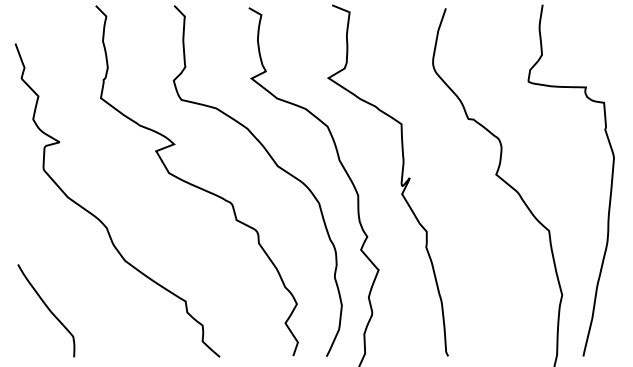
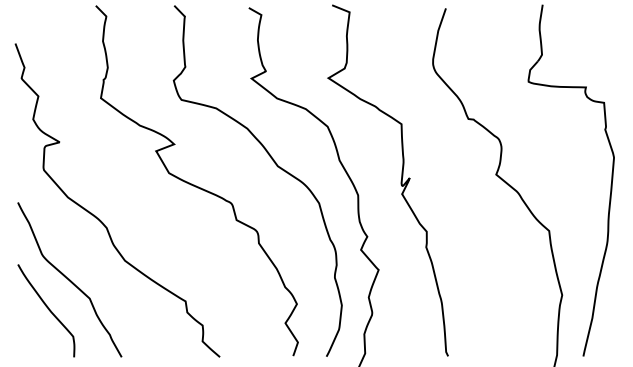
curve at (69, 279): none -> present
